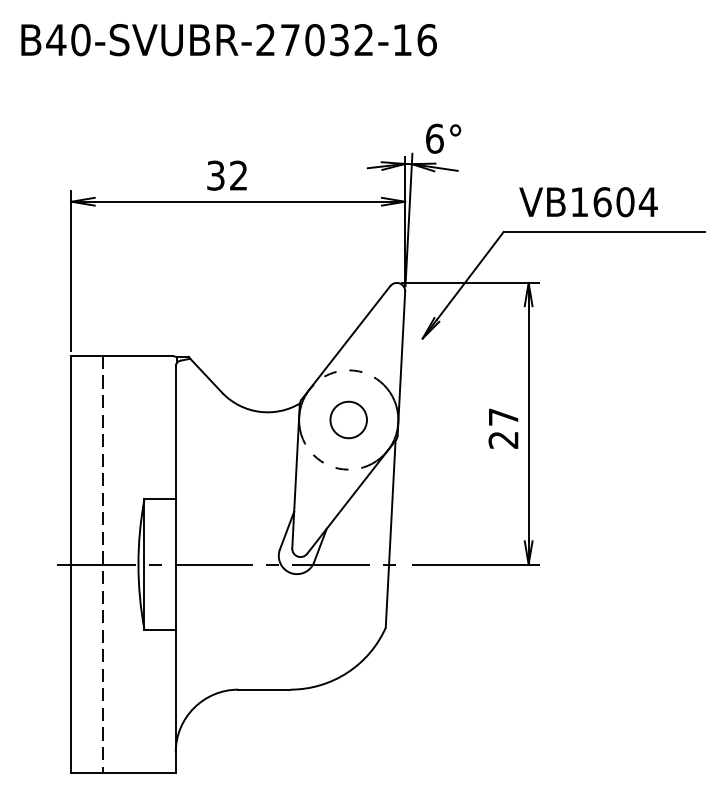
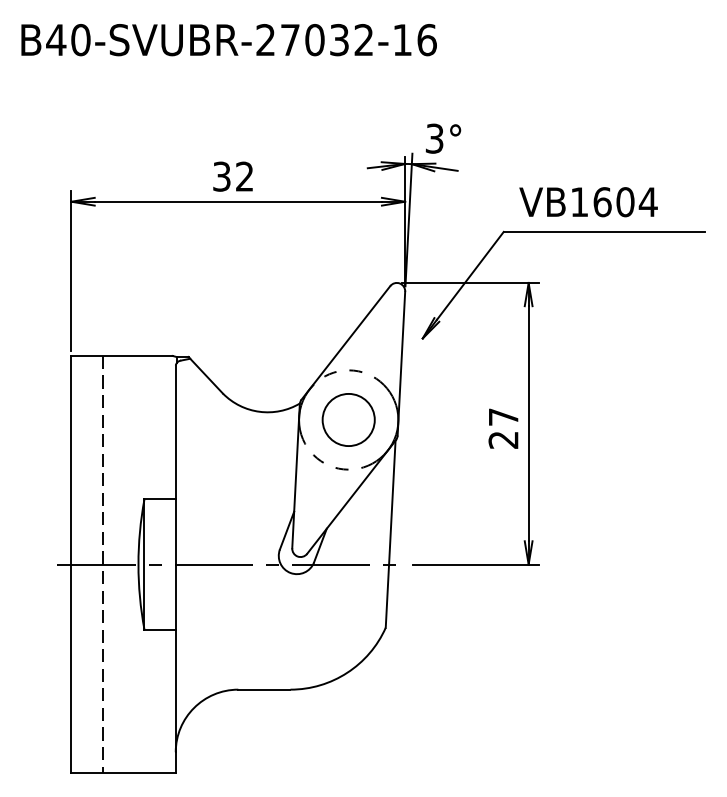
text at (434, 138): 6° -> 3°
text at (226, 175) position: (226, 175) -> (232, 176)
circle at (348, 419) diameter: 37 px -> 52 px
